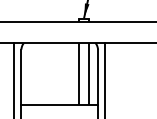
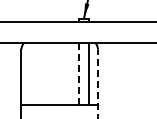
line at (78, 73): solid -> dashed
line at (14, 78): present -> none
line at (105, 78): present -> none
line at (98, 83): solid -> dashed
